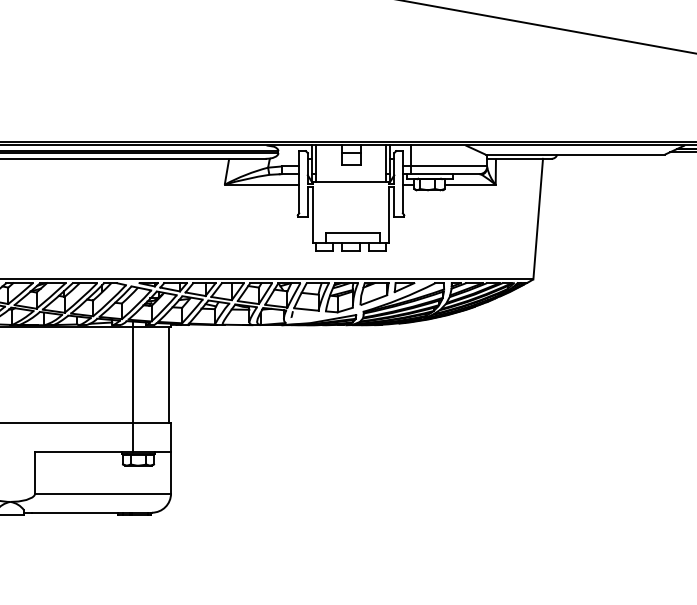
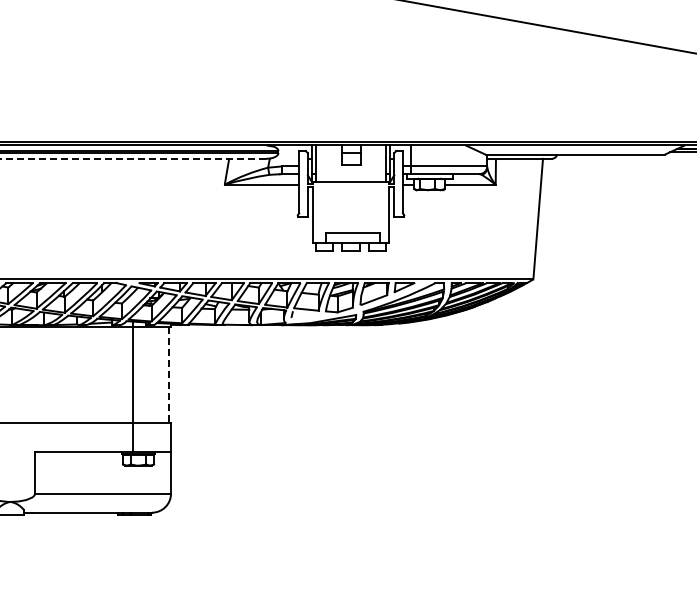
line at (133, 158): solid -> dashed
line at (169, 375): solid -> dashed
